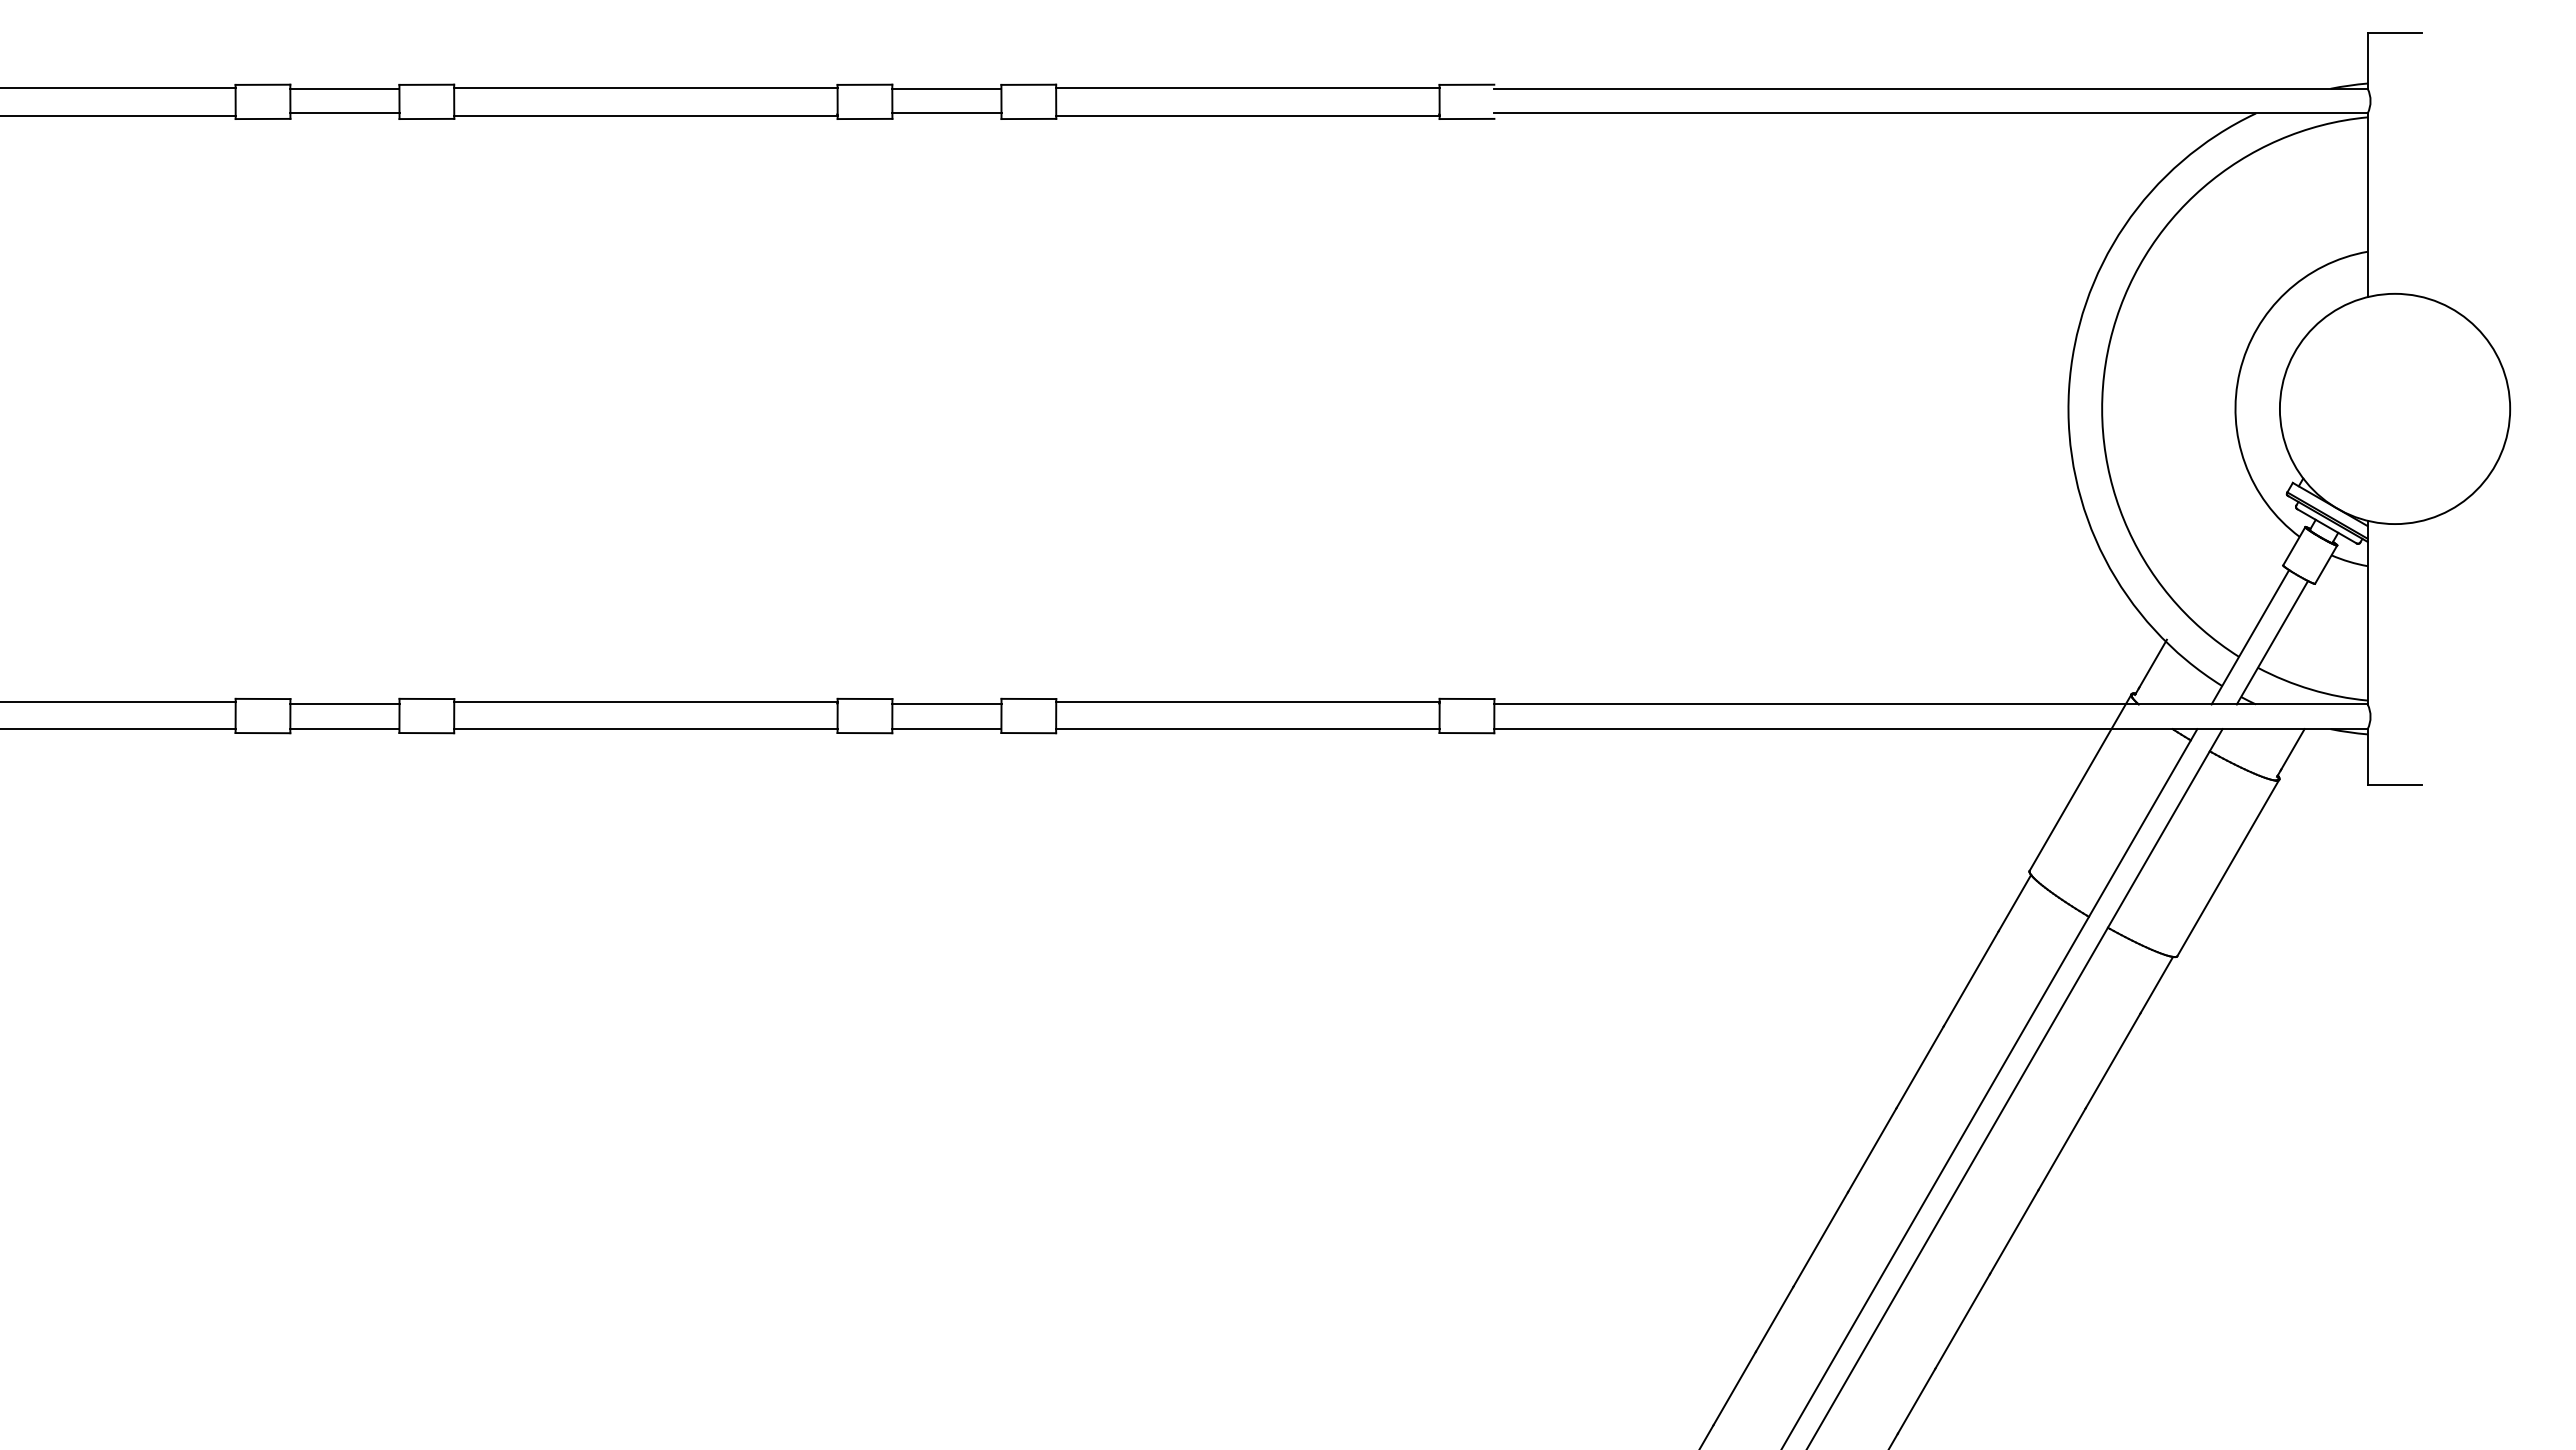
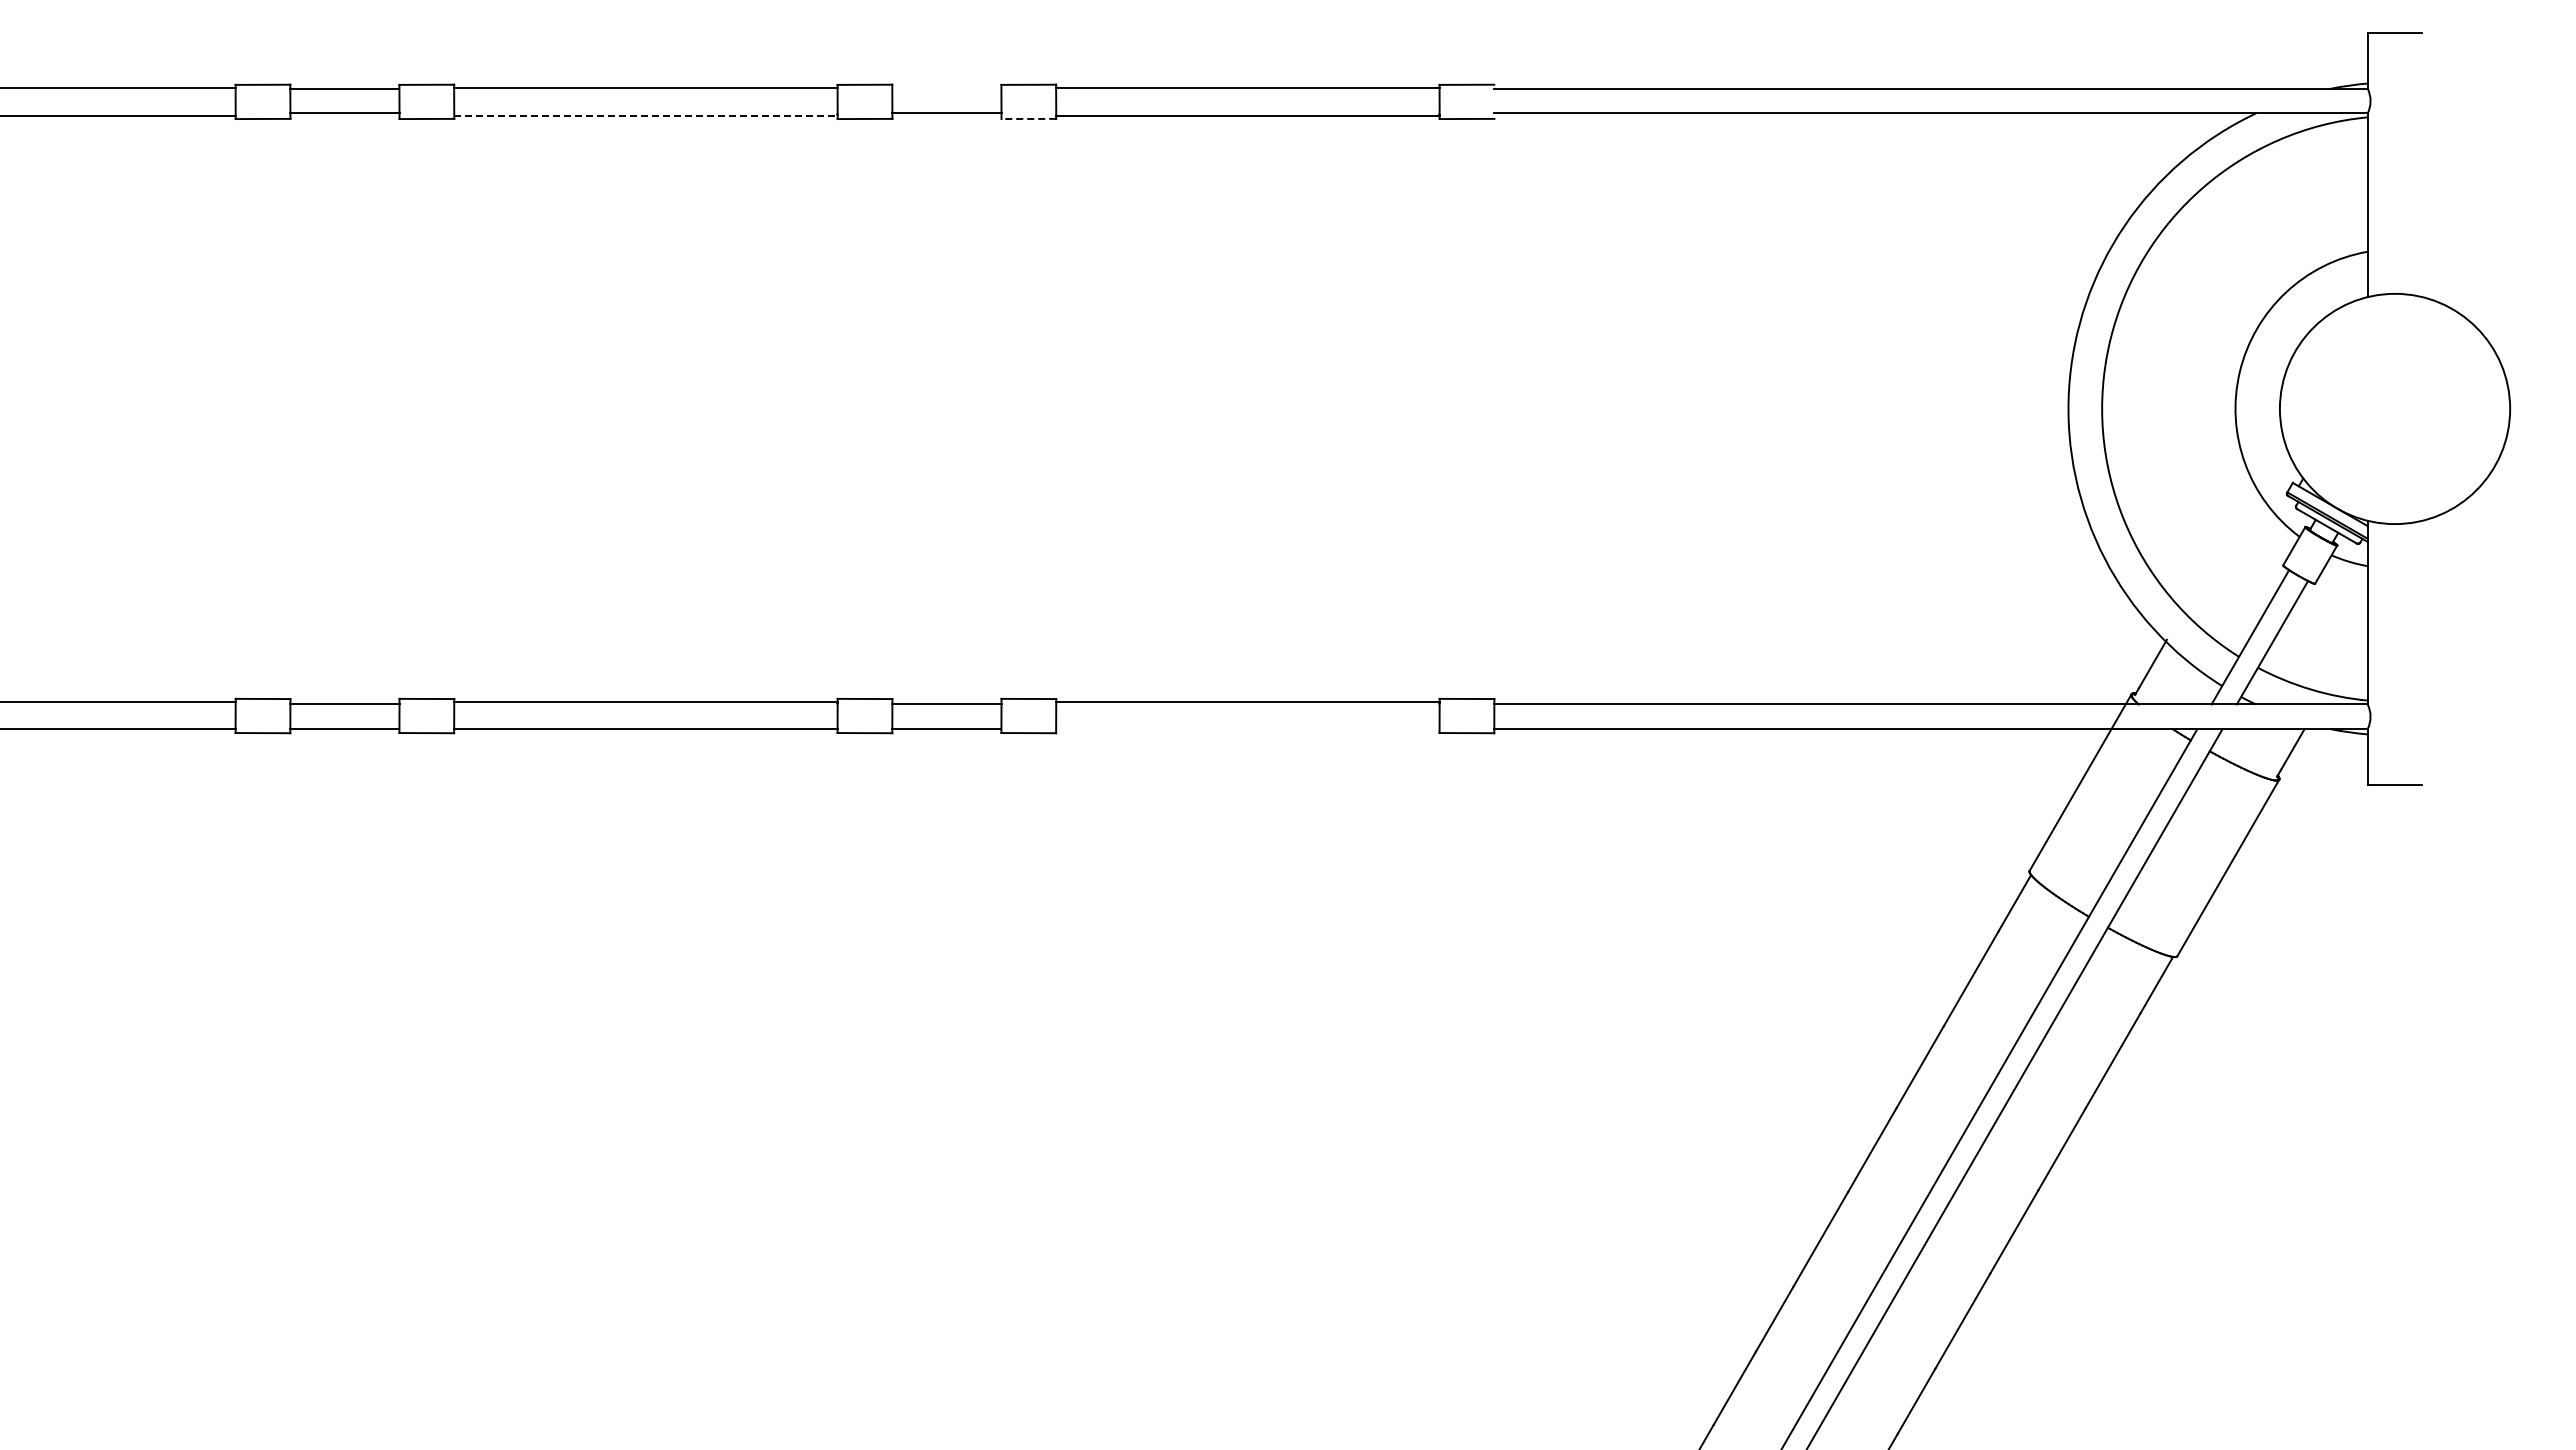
line at (946, 88): present -> none
line at (645, 115): solid -> dashed
line at (1028, 118): solid -> dashed
line at (1247, 729): present -> none
